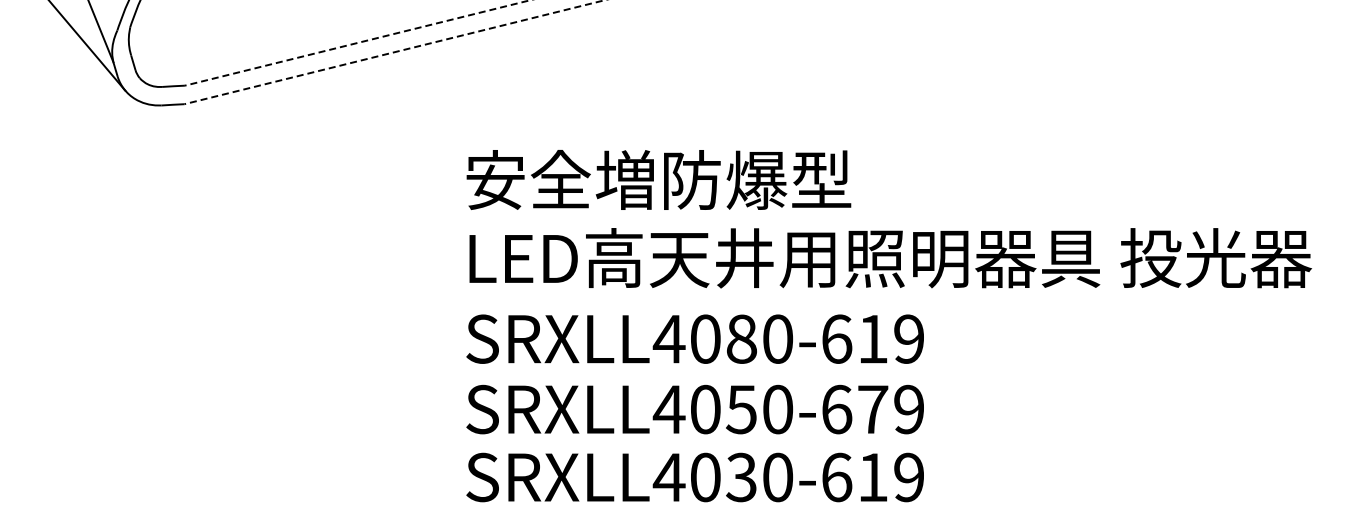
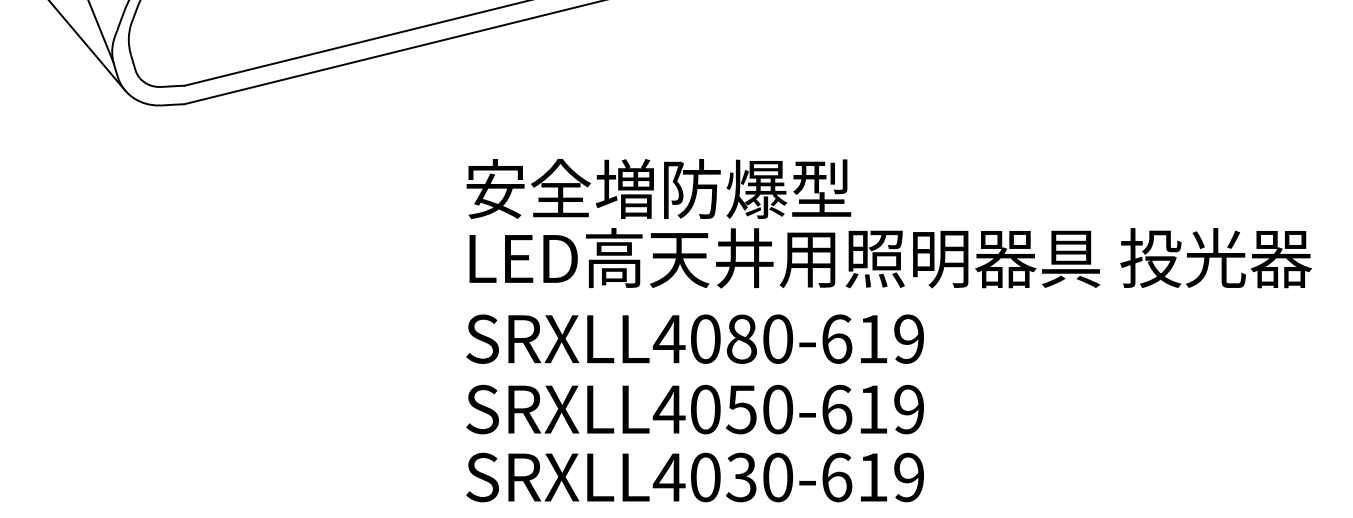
line at (357, 42): dashed -> solid
line at (394, 52): dashed -> solid
text at (658, 179) position: (658, 179) -> (658, 188)
text at (873, 409): SRXLL4050-679 -> SRXLL4050-619
